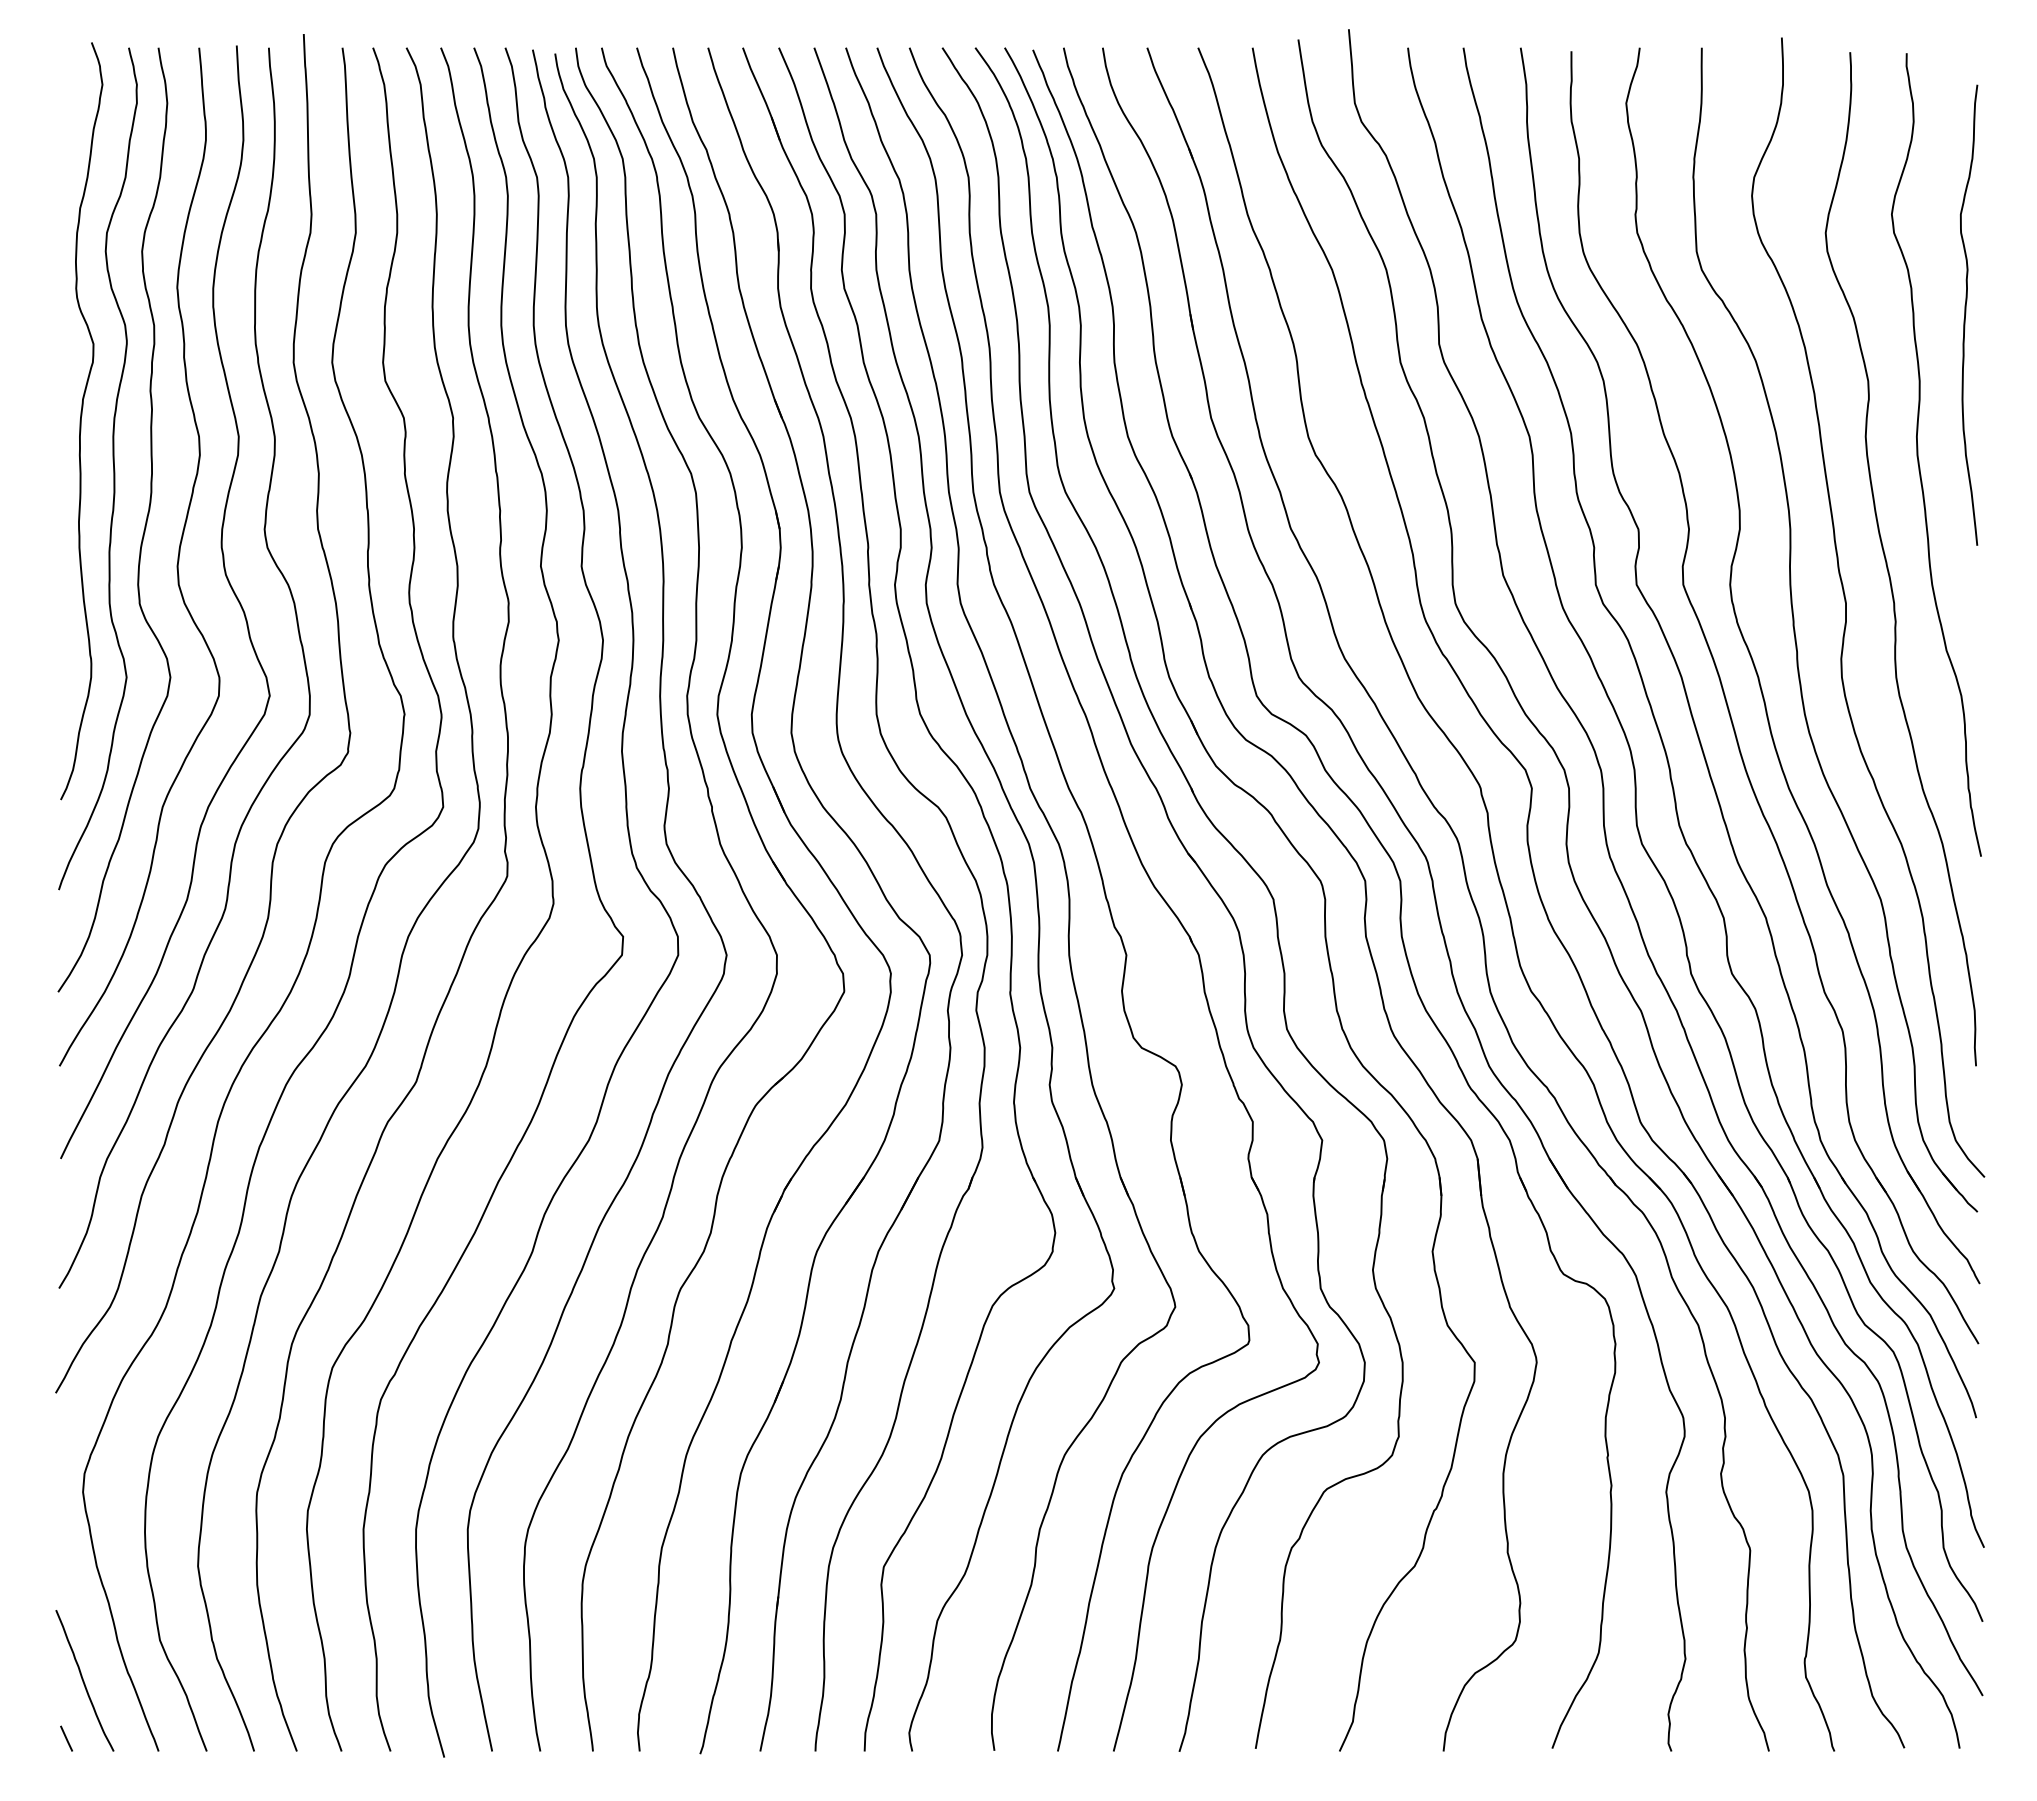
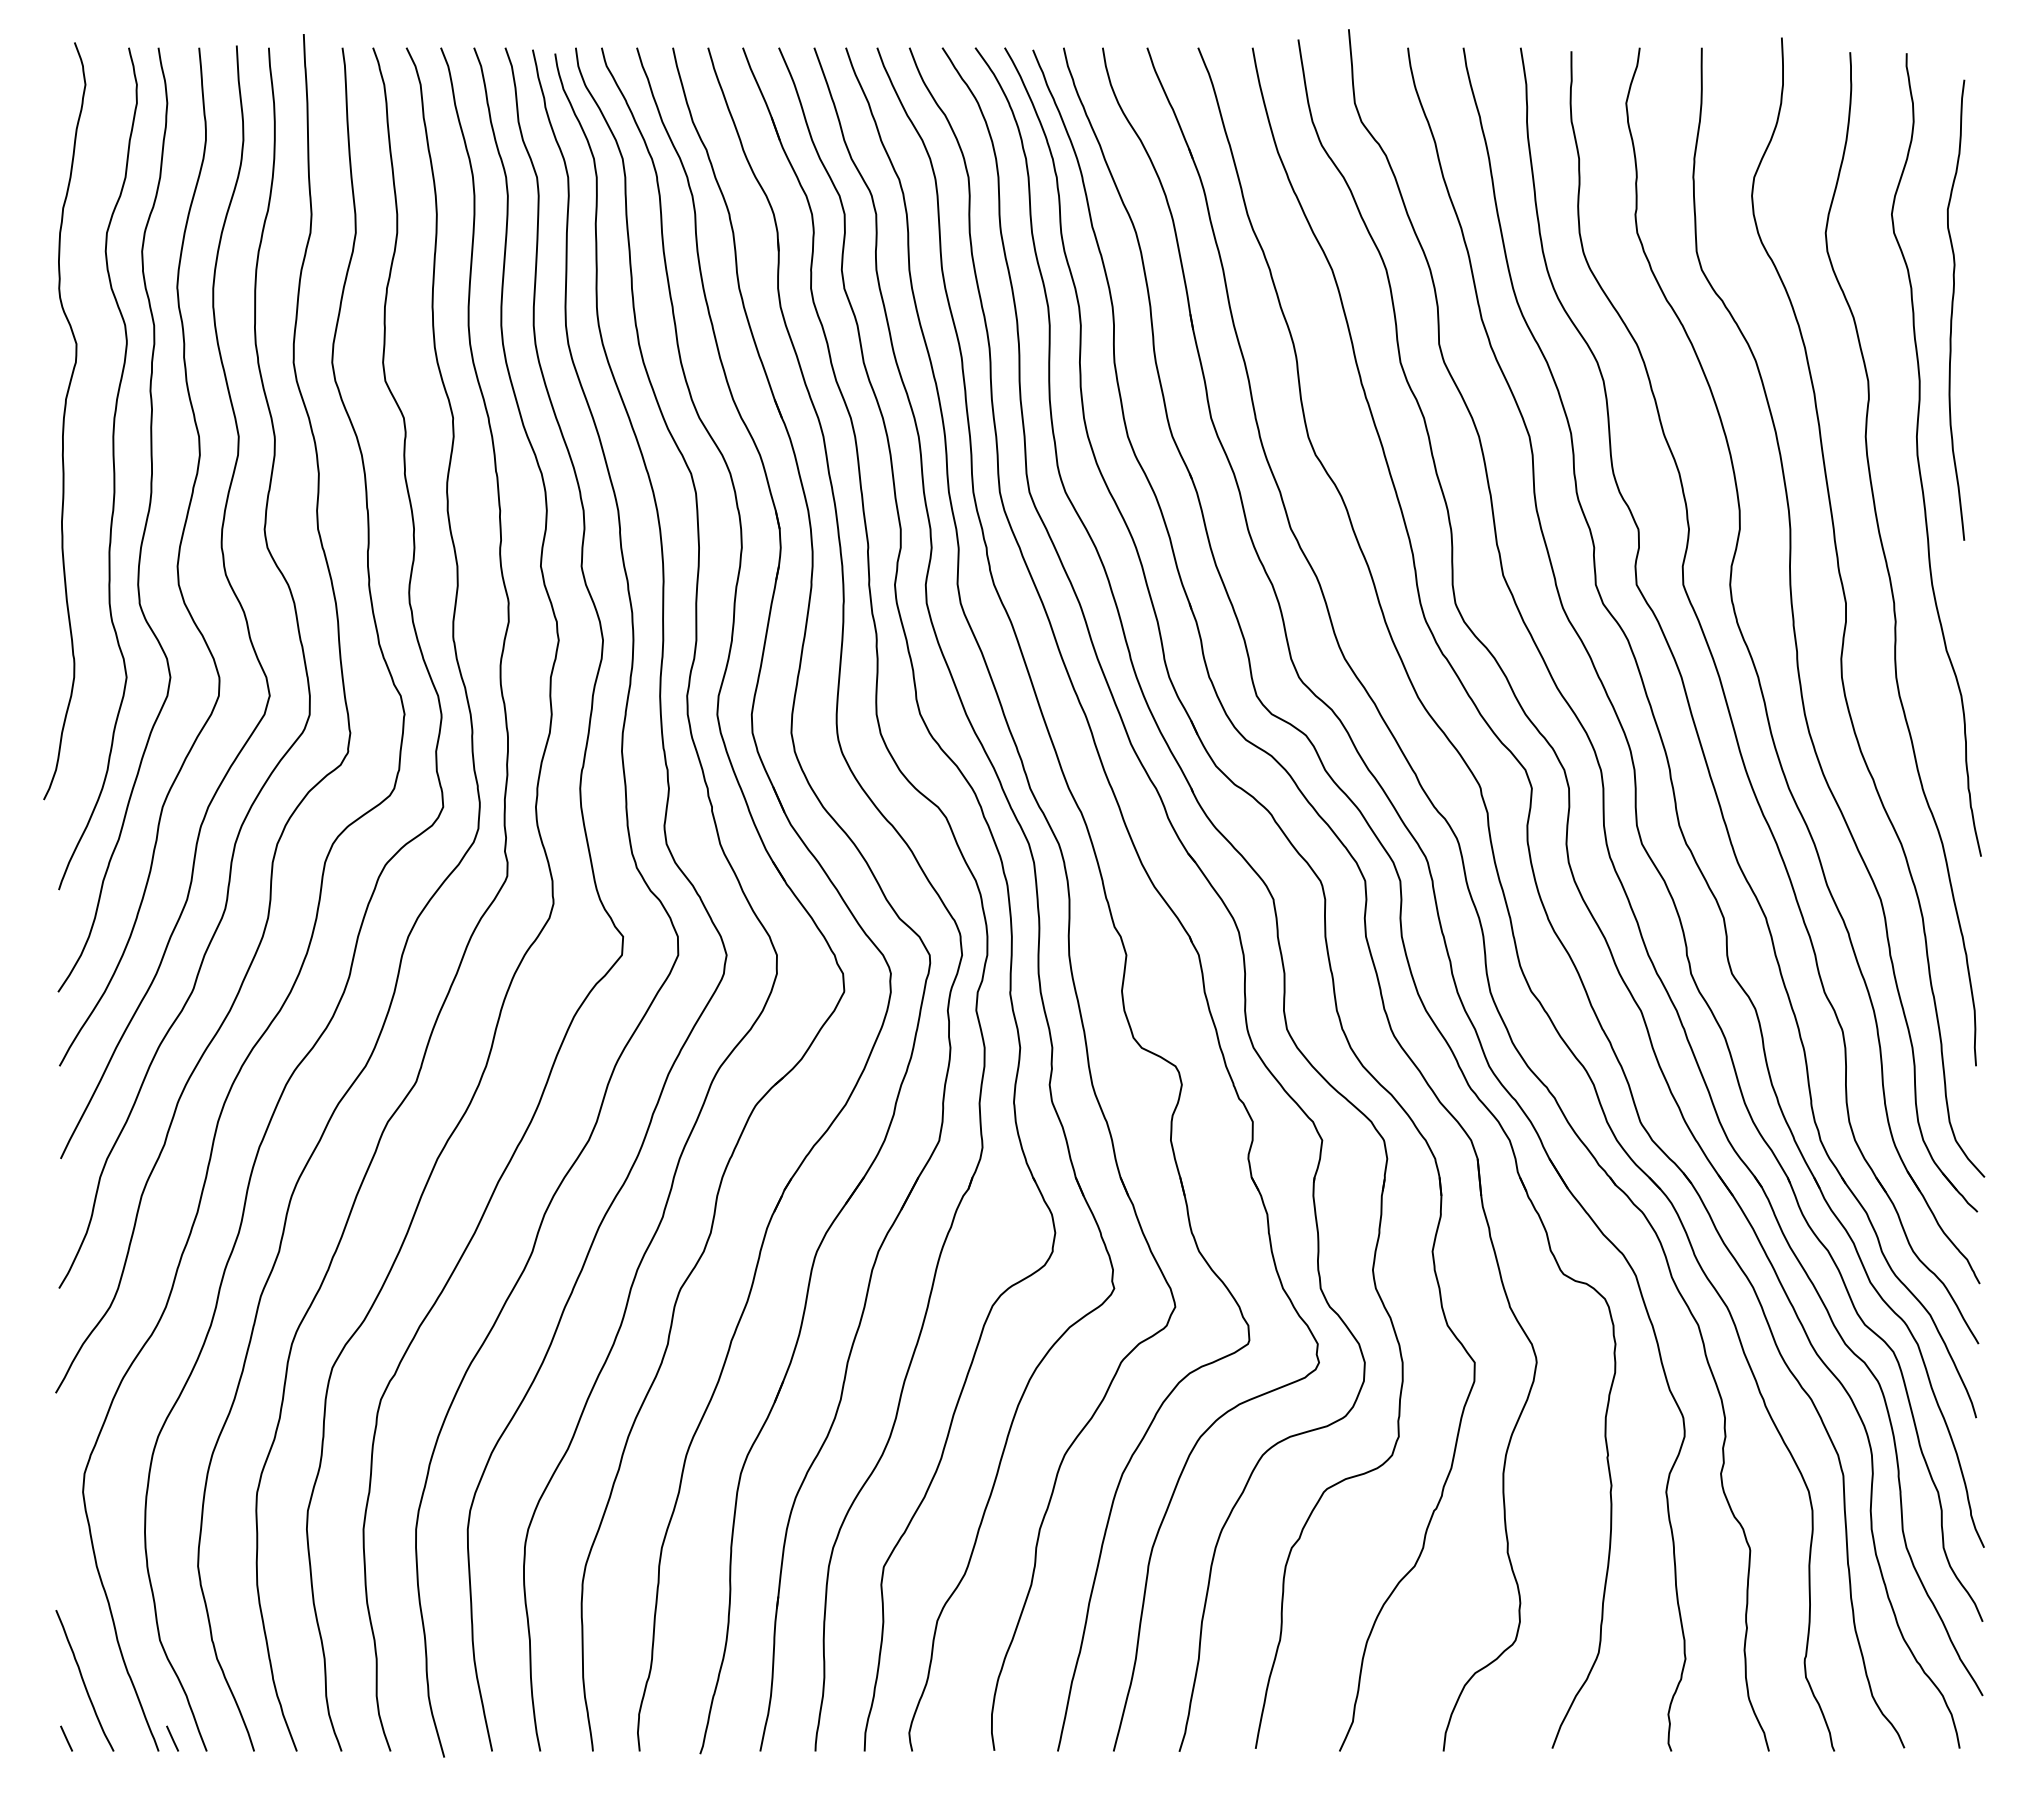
curve at (1966, 314) position: (1966, 314) -> (1953, 309)
curve at (81, 421) position: (81, 421) -> (64, 421)
line at (172, 1738): none -> present
